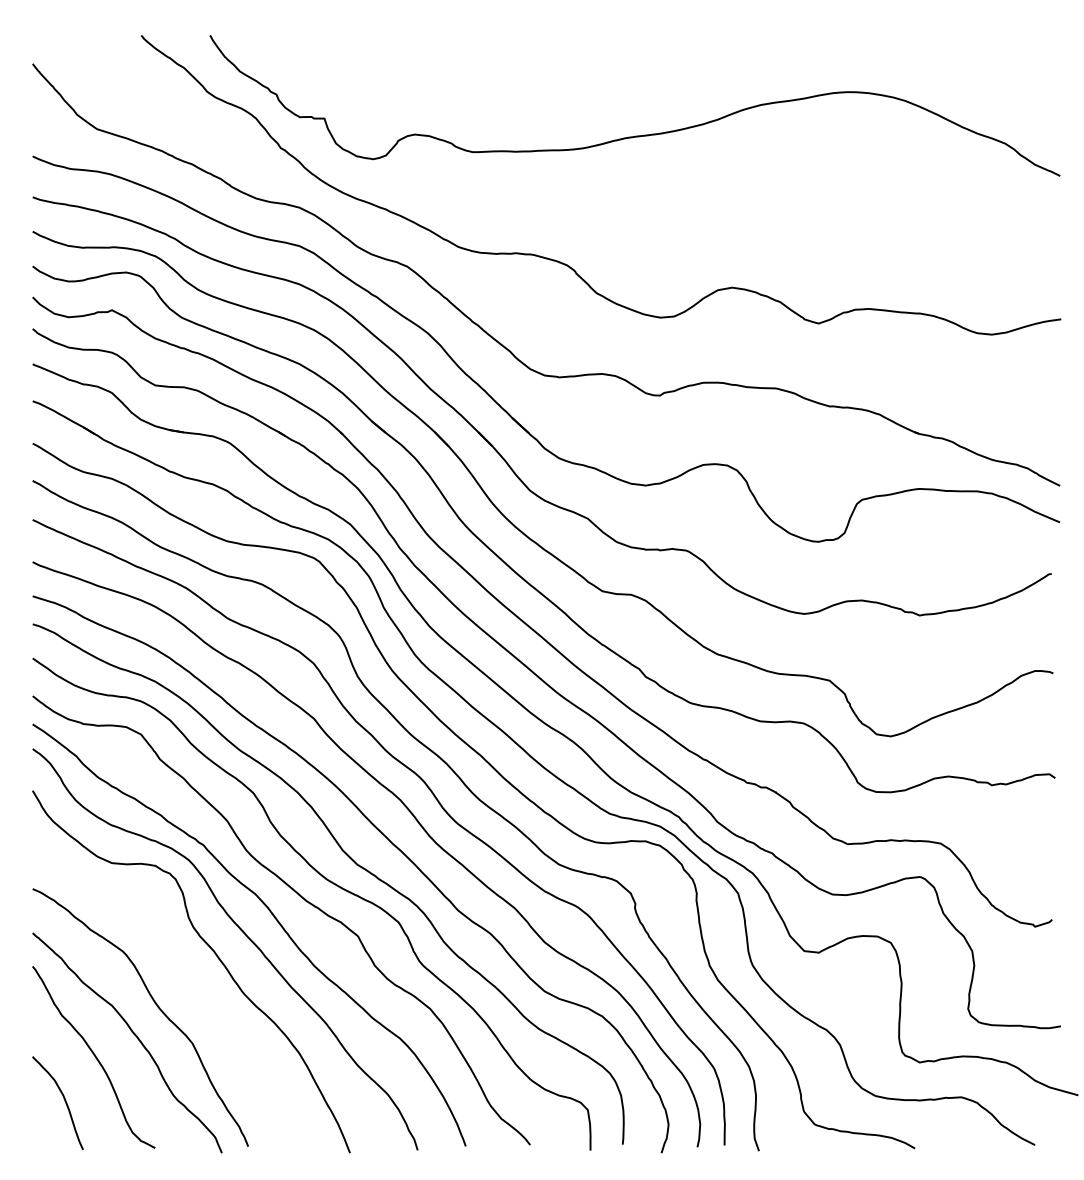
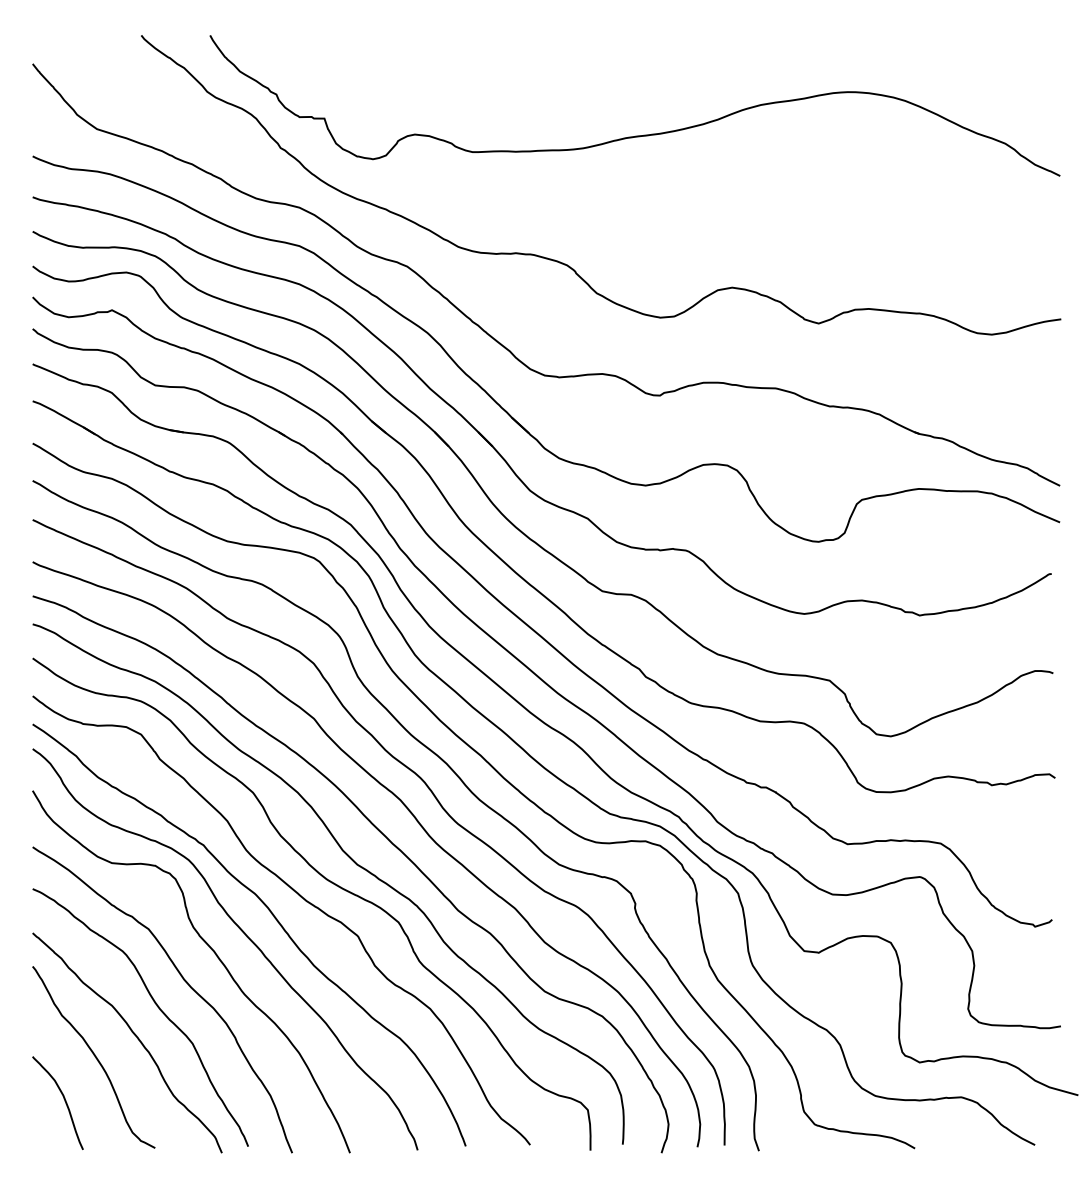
curve at (183, 980): none -> present
